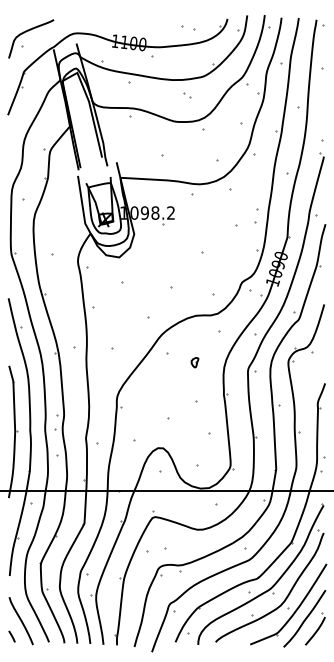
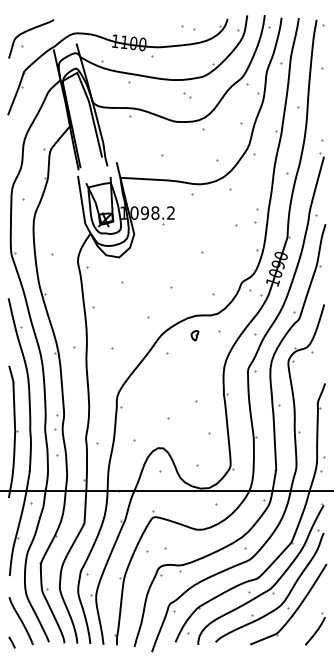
part at (194, 362) position: (194, 362) -> (194, 335)
curve at (305, 618): present -> none
line at (11, 636) position: (11, 636) -> (11, 642)
